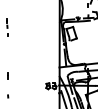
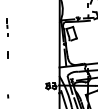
part at (7, 75) position: (7, 75) -> (7, 54)
